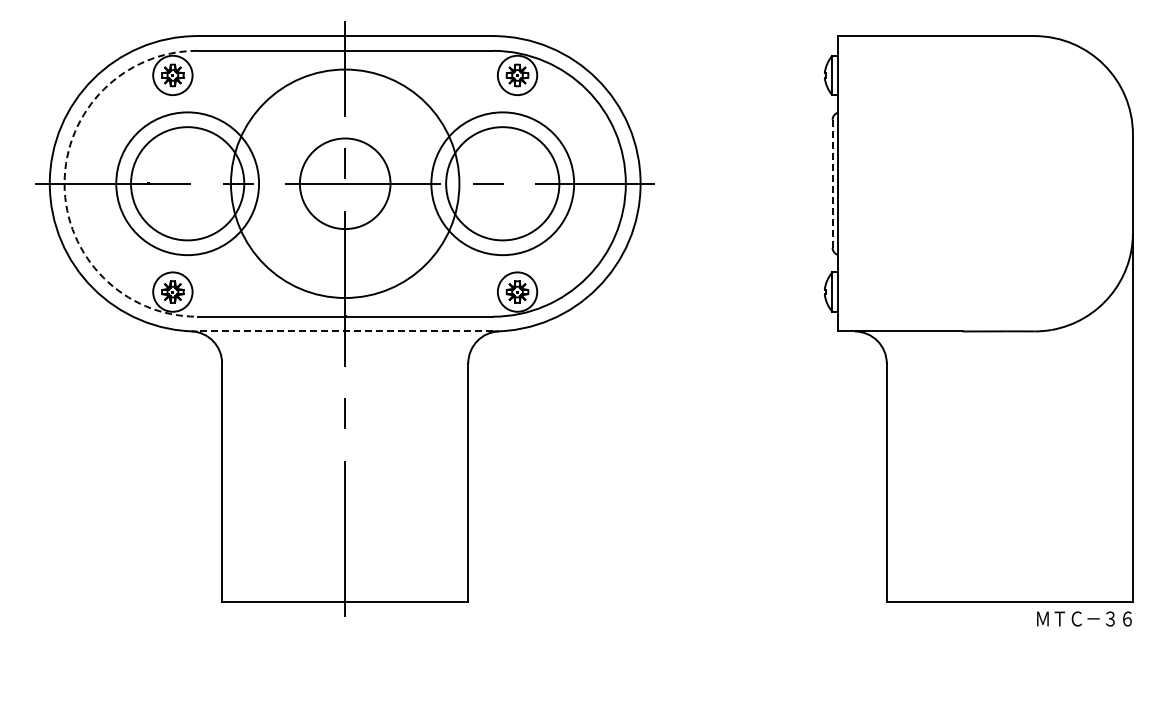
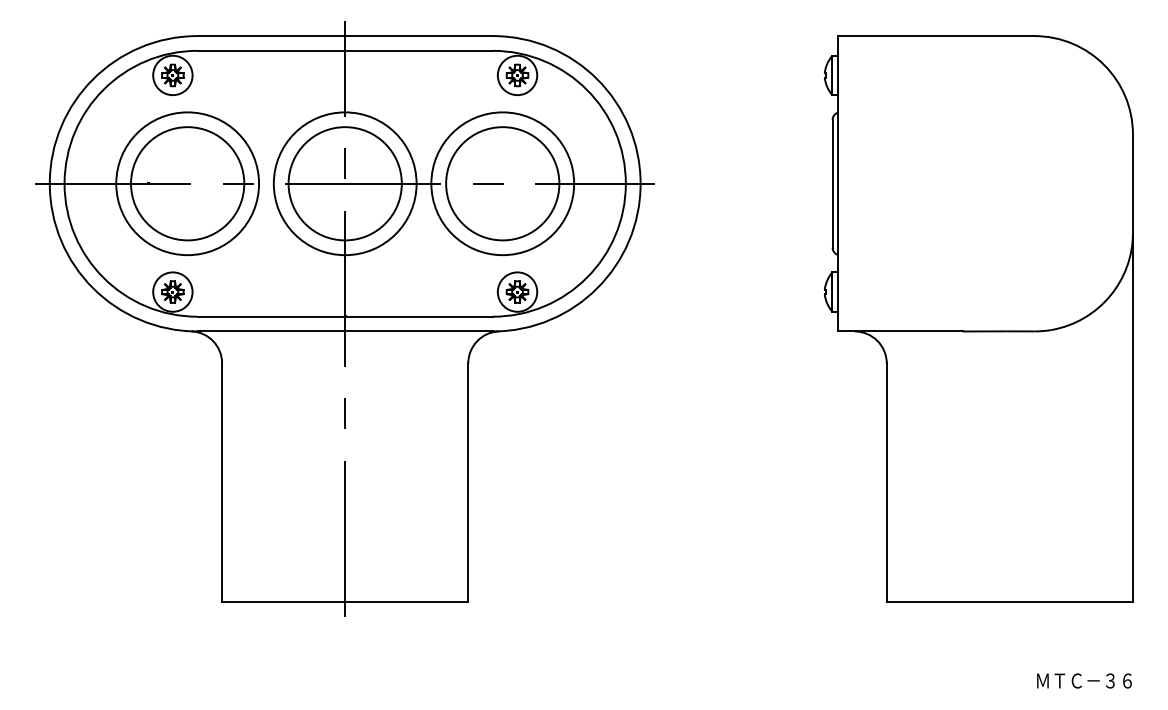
arc at (64, 183): dashed -> solid
circle at (344, 183) diameter: 228 px -> 143 px
circle at (344, 183) diameter: 91 px -> 113 px
line at (832, 183): dashed -> solid
line at (345, 331): dashed -> solid
text at (1084, 618) position: (1084, 618) -> (1084, 680)
